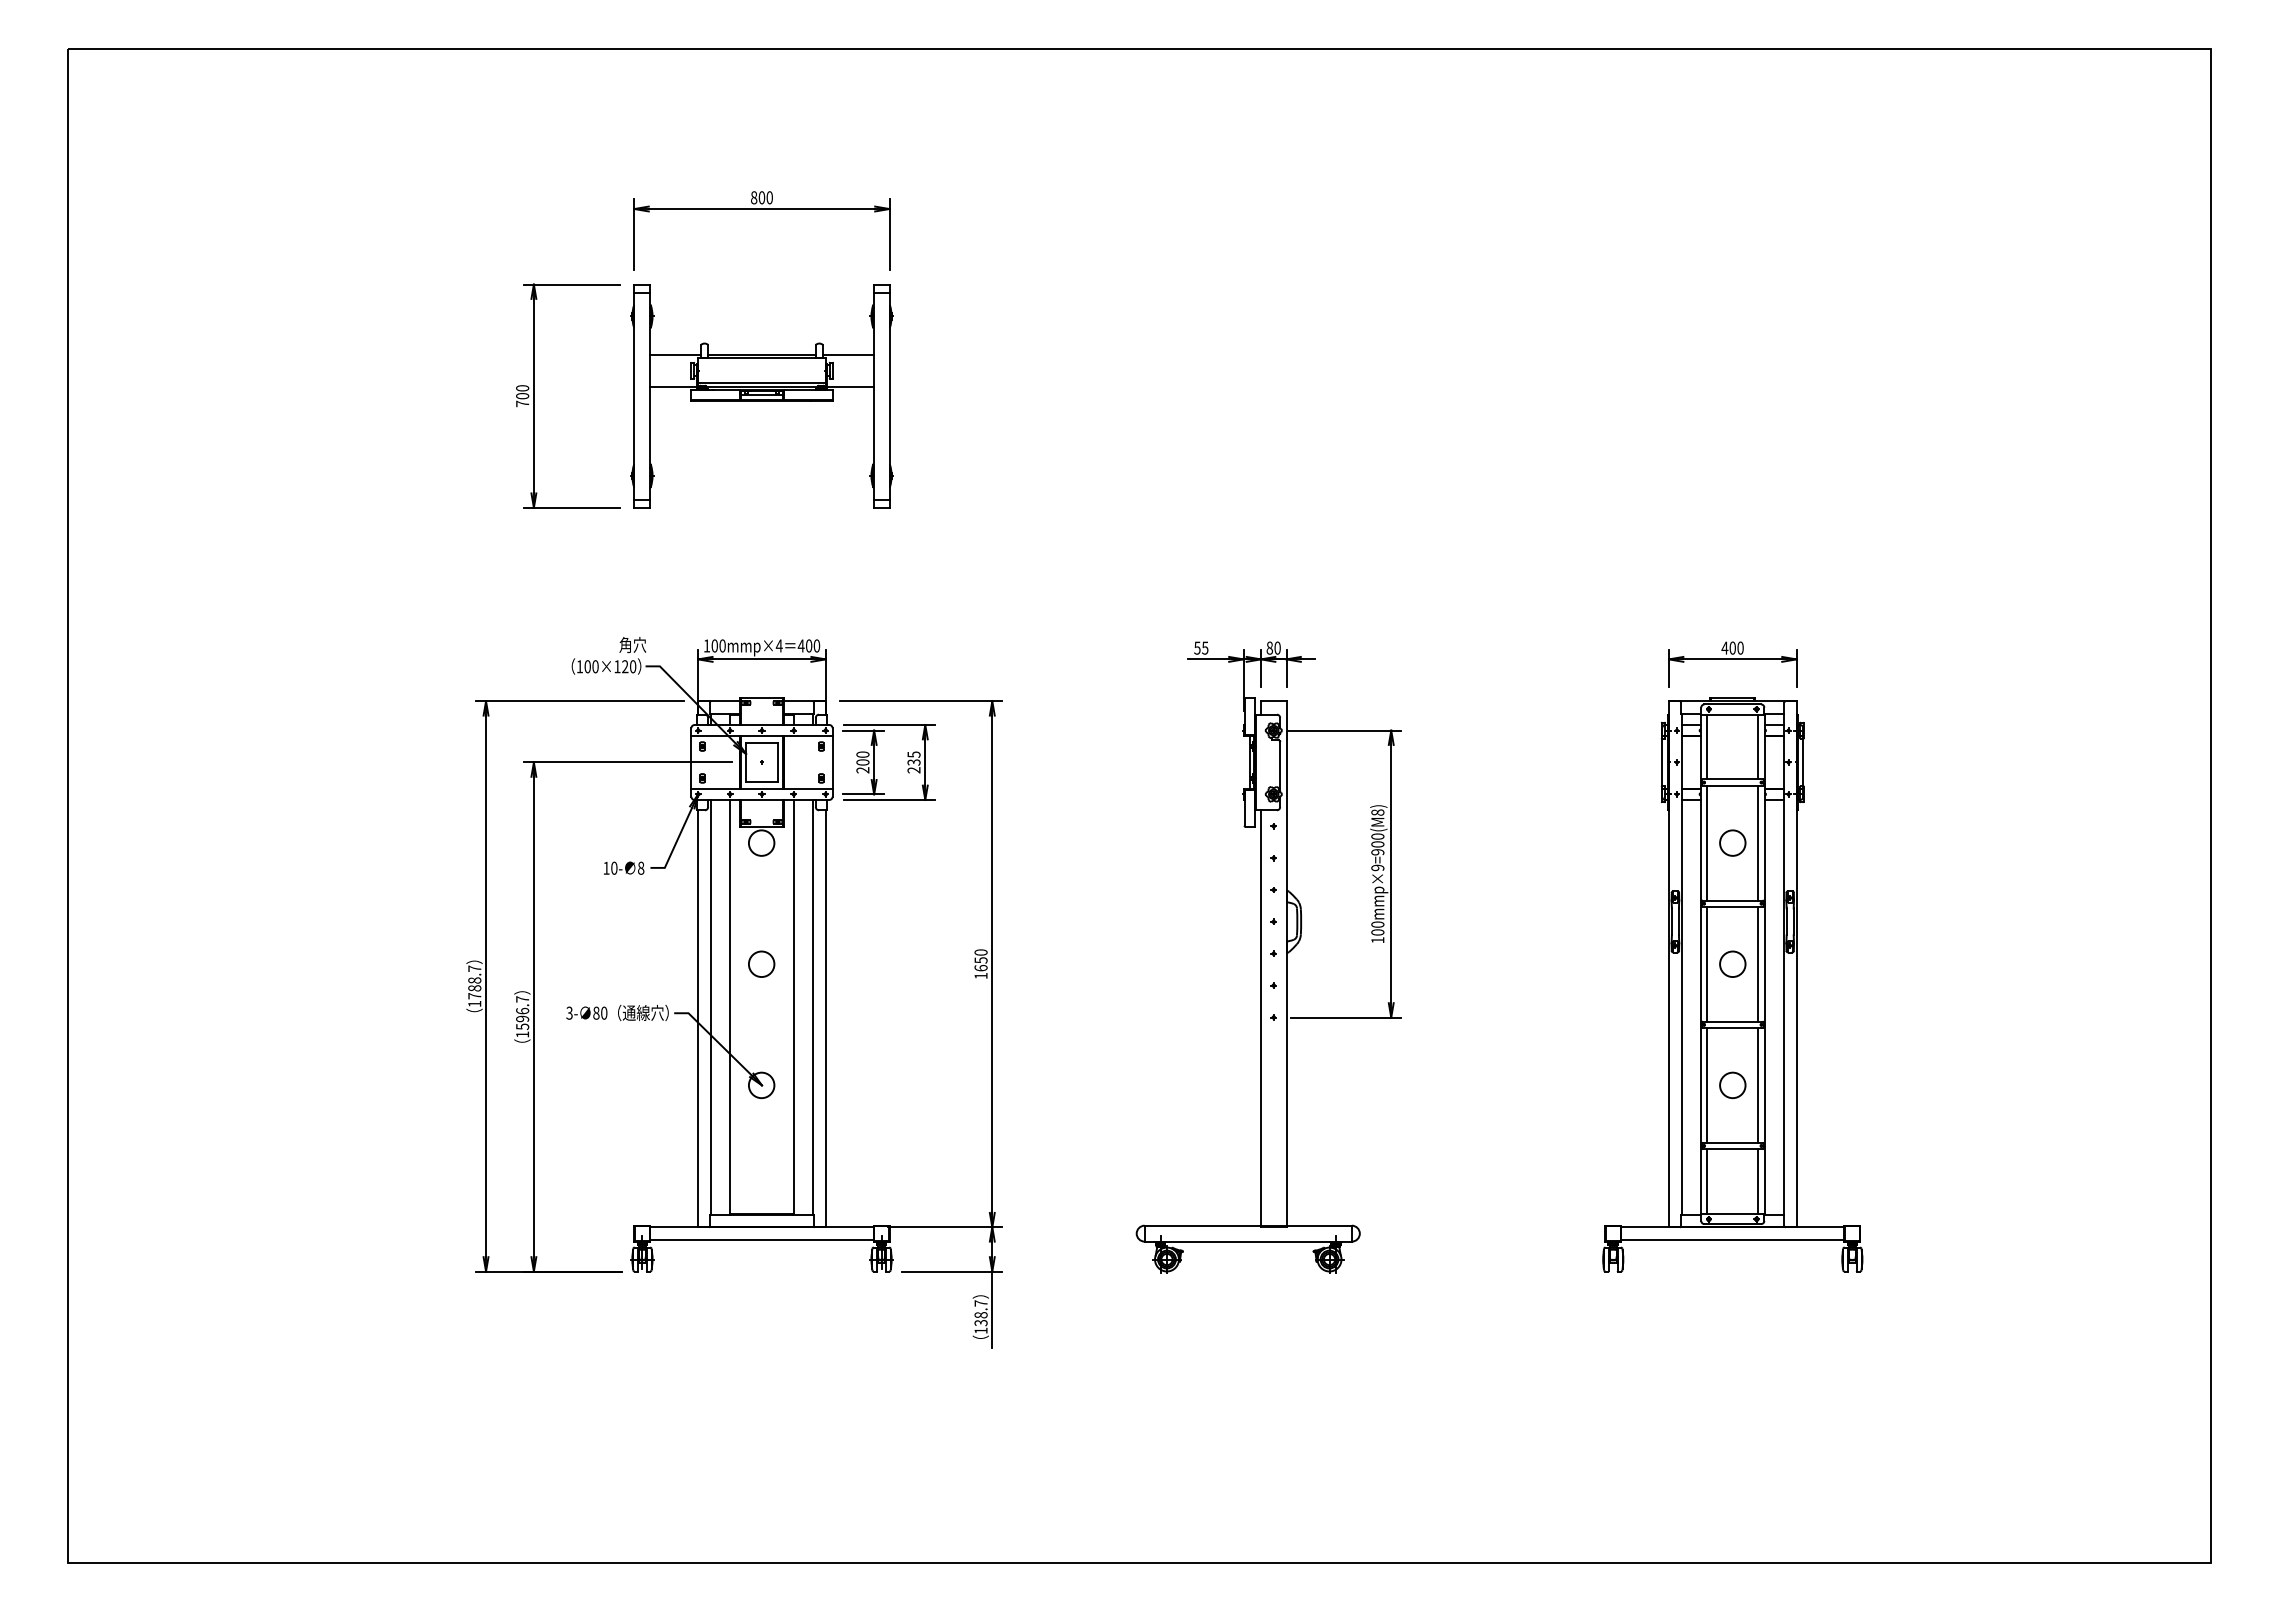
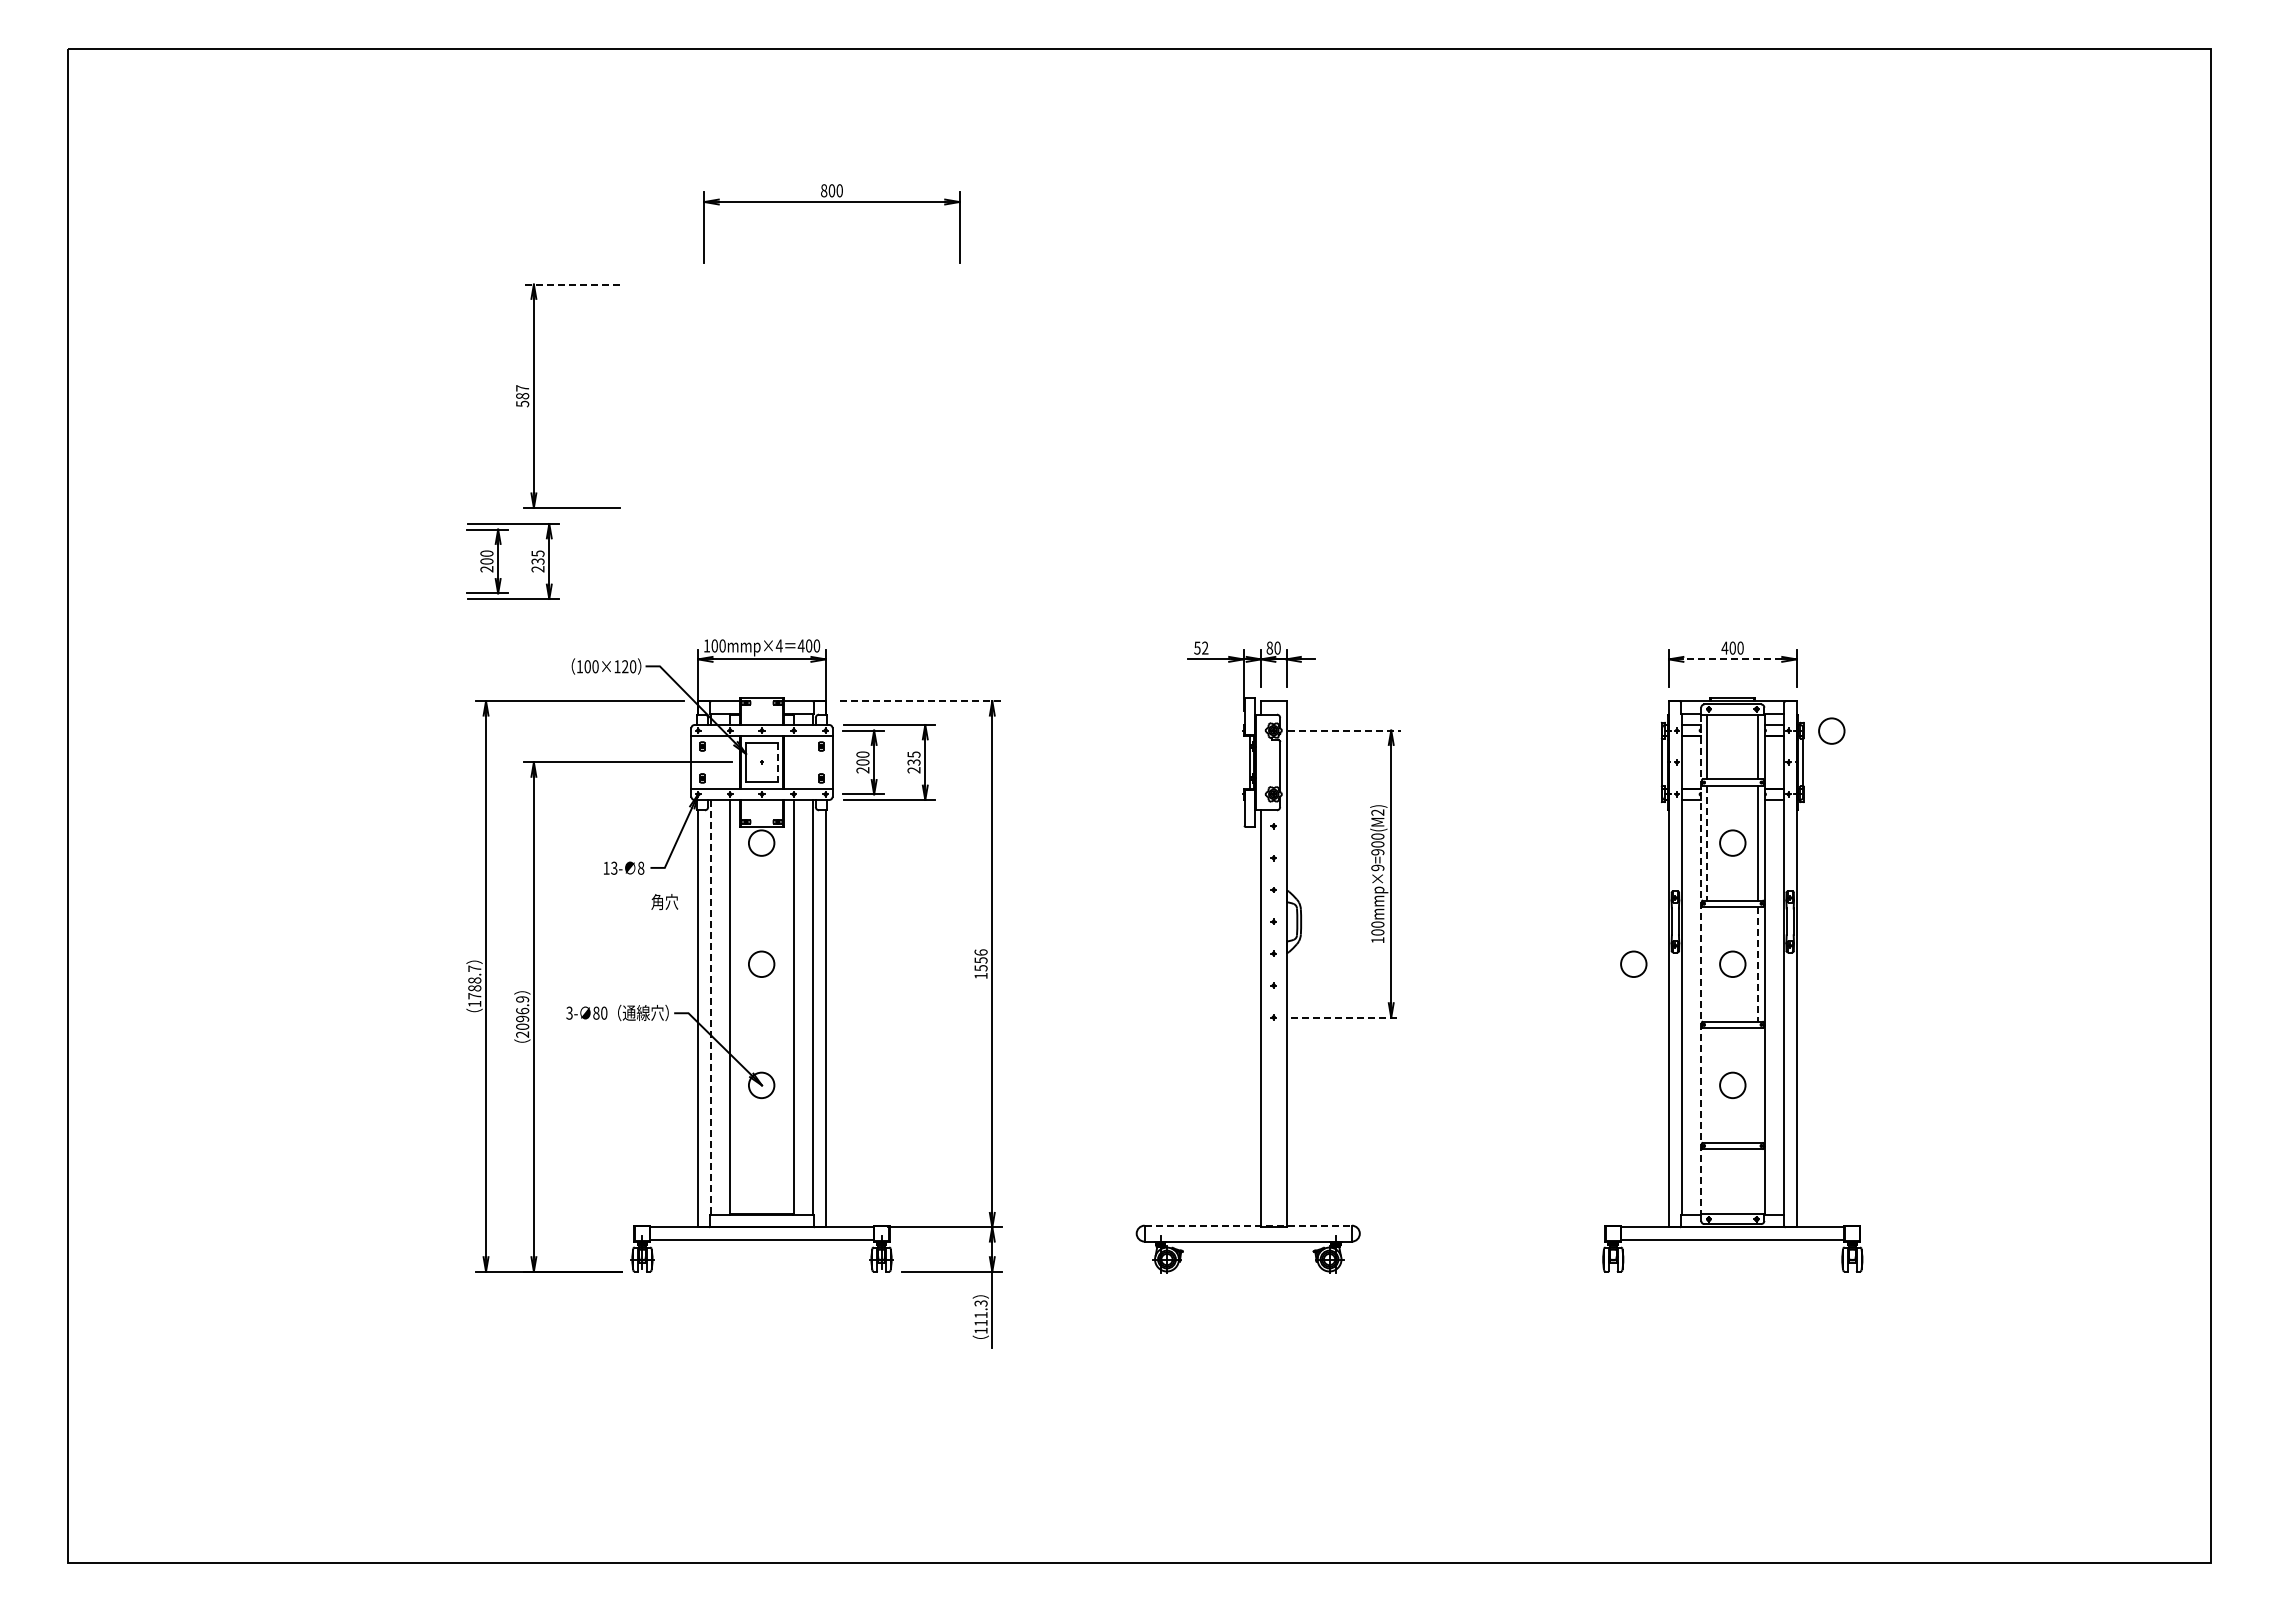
part at (761, 209) position: (761, 209) -> (831, 202)
line at (572, 284): solid -> dashed
text at (522, 396): 700 -> 587
part at (761, 396): present -> none
part at (498, 561): none -> present
text at (632, 645) position: (632, 645) -> (664, 902)
text at (1205, 647): 55 -> 52
line at (1732, 659): solid -> dashed
line at (920, 701): solid -> dashed
line at (1344, 730): solid -> dashed
circle at (1831, 730): none -> present
line at (777, 762): solid -> dashed
text at (1377, 812): 100mmp×9=900(M8) -> 100mmp×9=900(M2)
line at (1707, 843): solid -> dashed
text at (614, 867): 10- -> 13-
text at (980, 960): 1650 -> 1556
circle at (1633, 963): none -> present
line at (1707, 963): present -> none
line at (1700, 964): solid -> dashed
line at (1758, 964): solid -> dashed
line at (710, 1007): solid -> dashed
text at (522, 1016): 1596.7 -> 2096.9
line at (1346, 1017): solid -> dashed
line at (1707, 1085): present -> none
line at (1758, 1085): present -> none
line at (1707, 1181): present -> none
line at (1758, 1181): present -> none
line at (1248, 1225): solid -> dashed
text at (980, 1313): 138.7 -> 111.3
